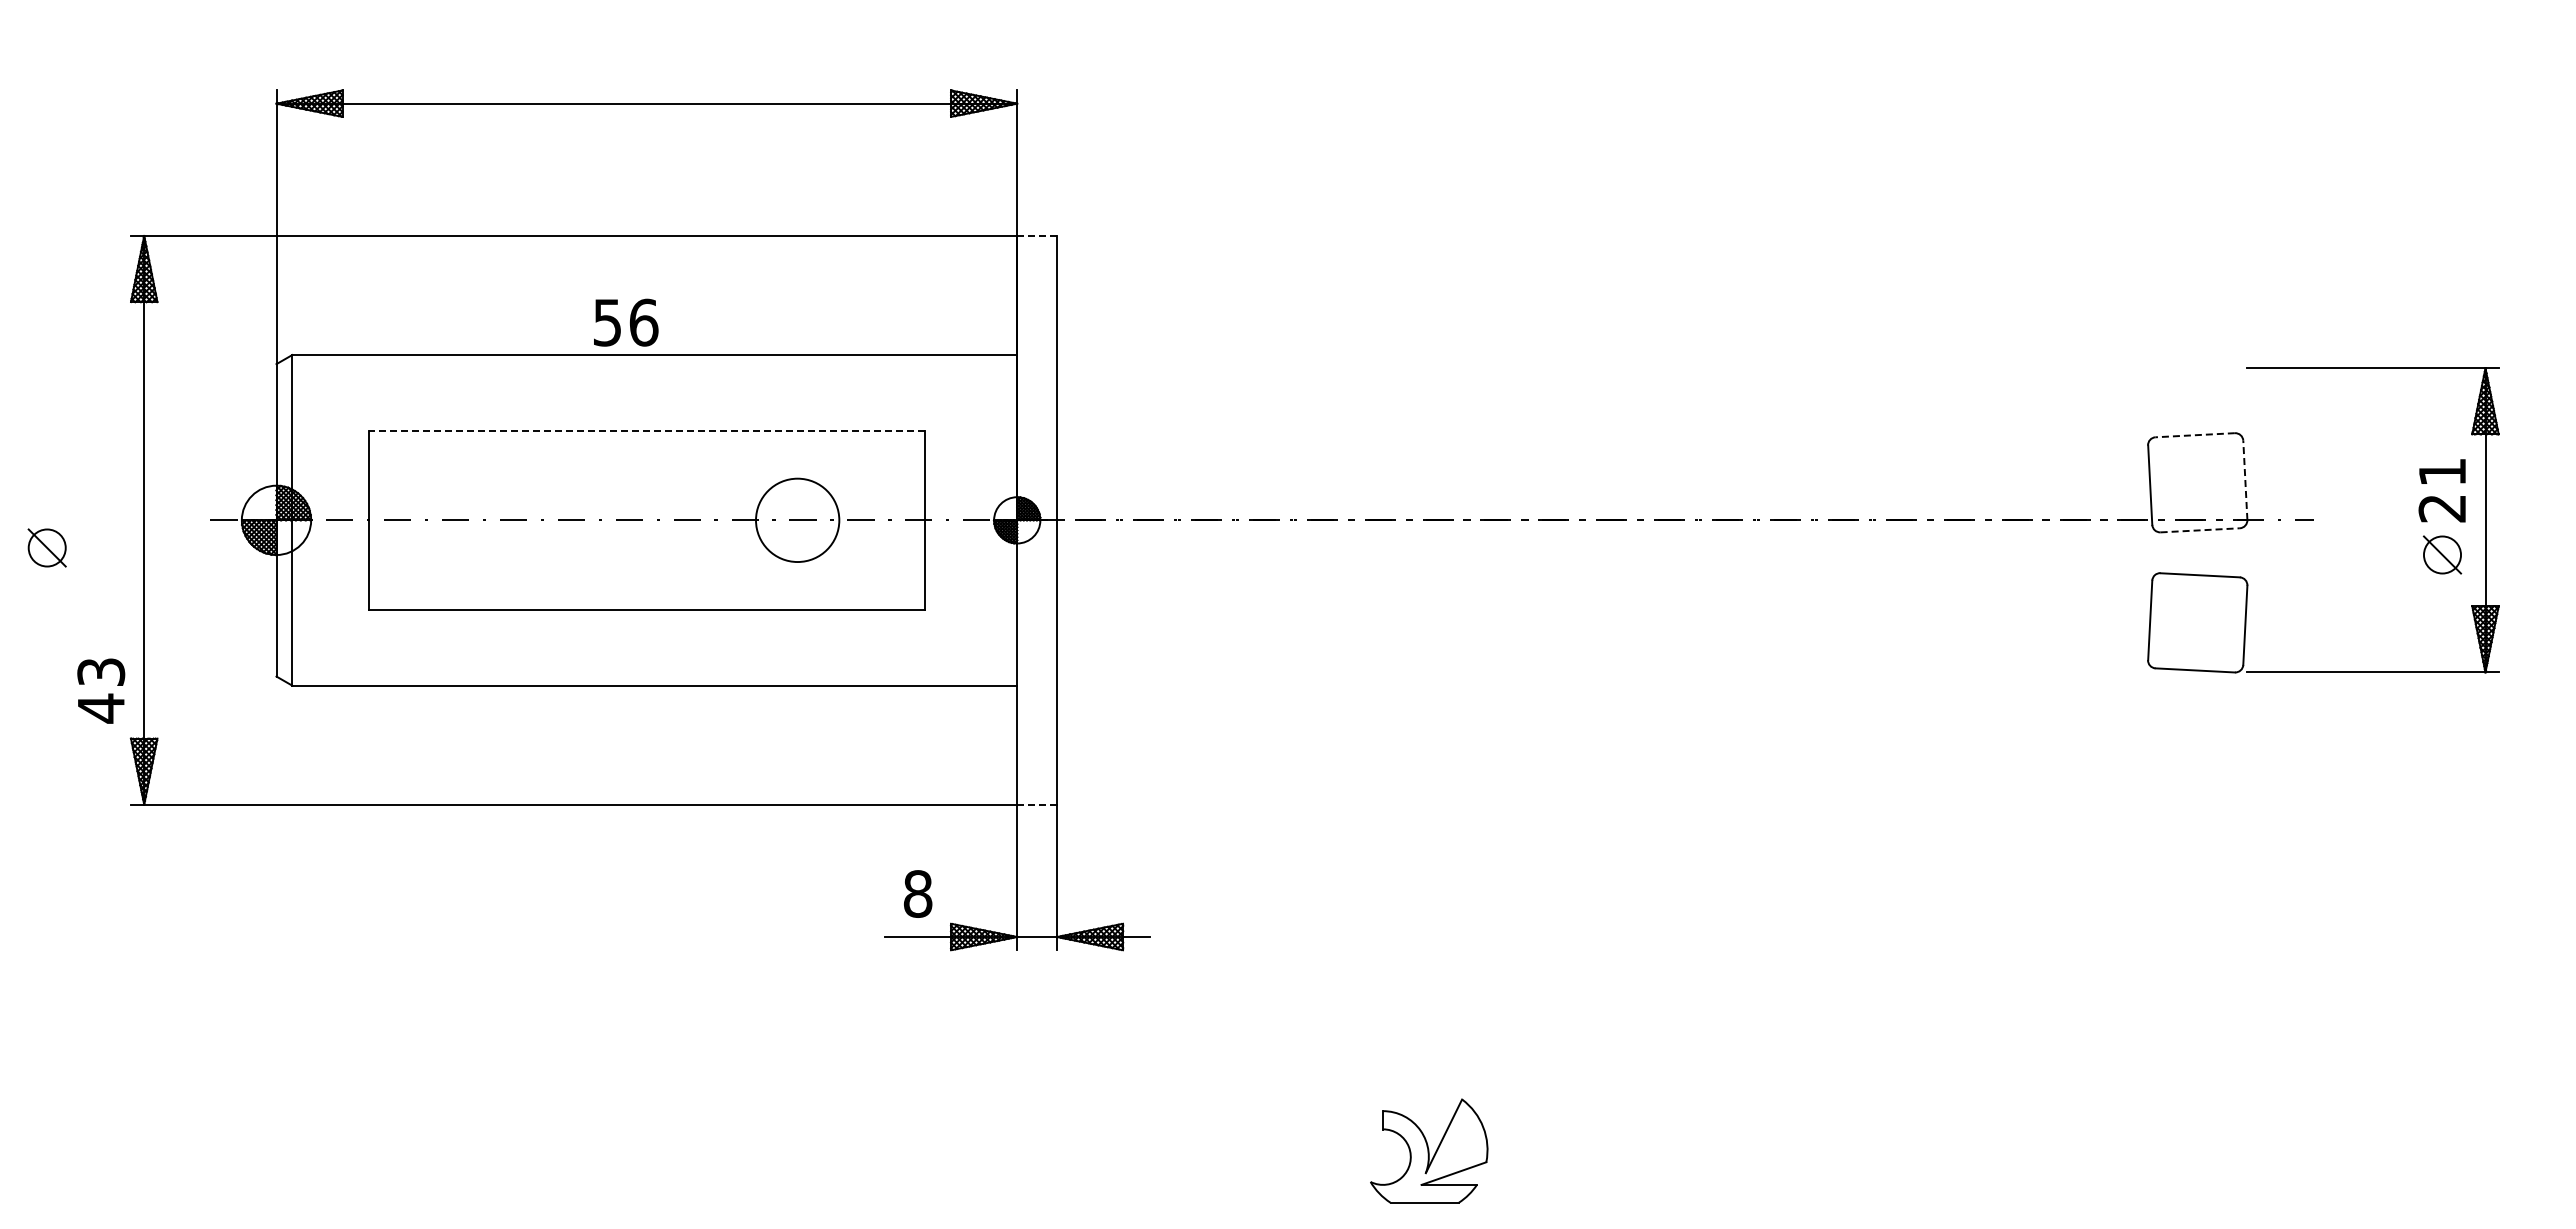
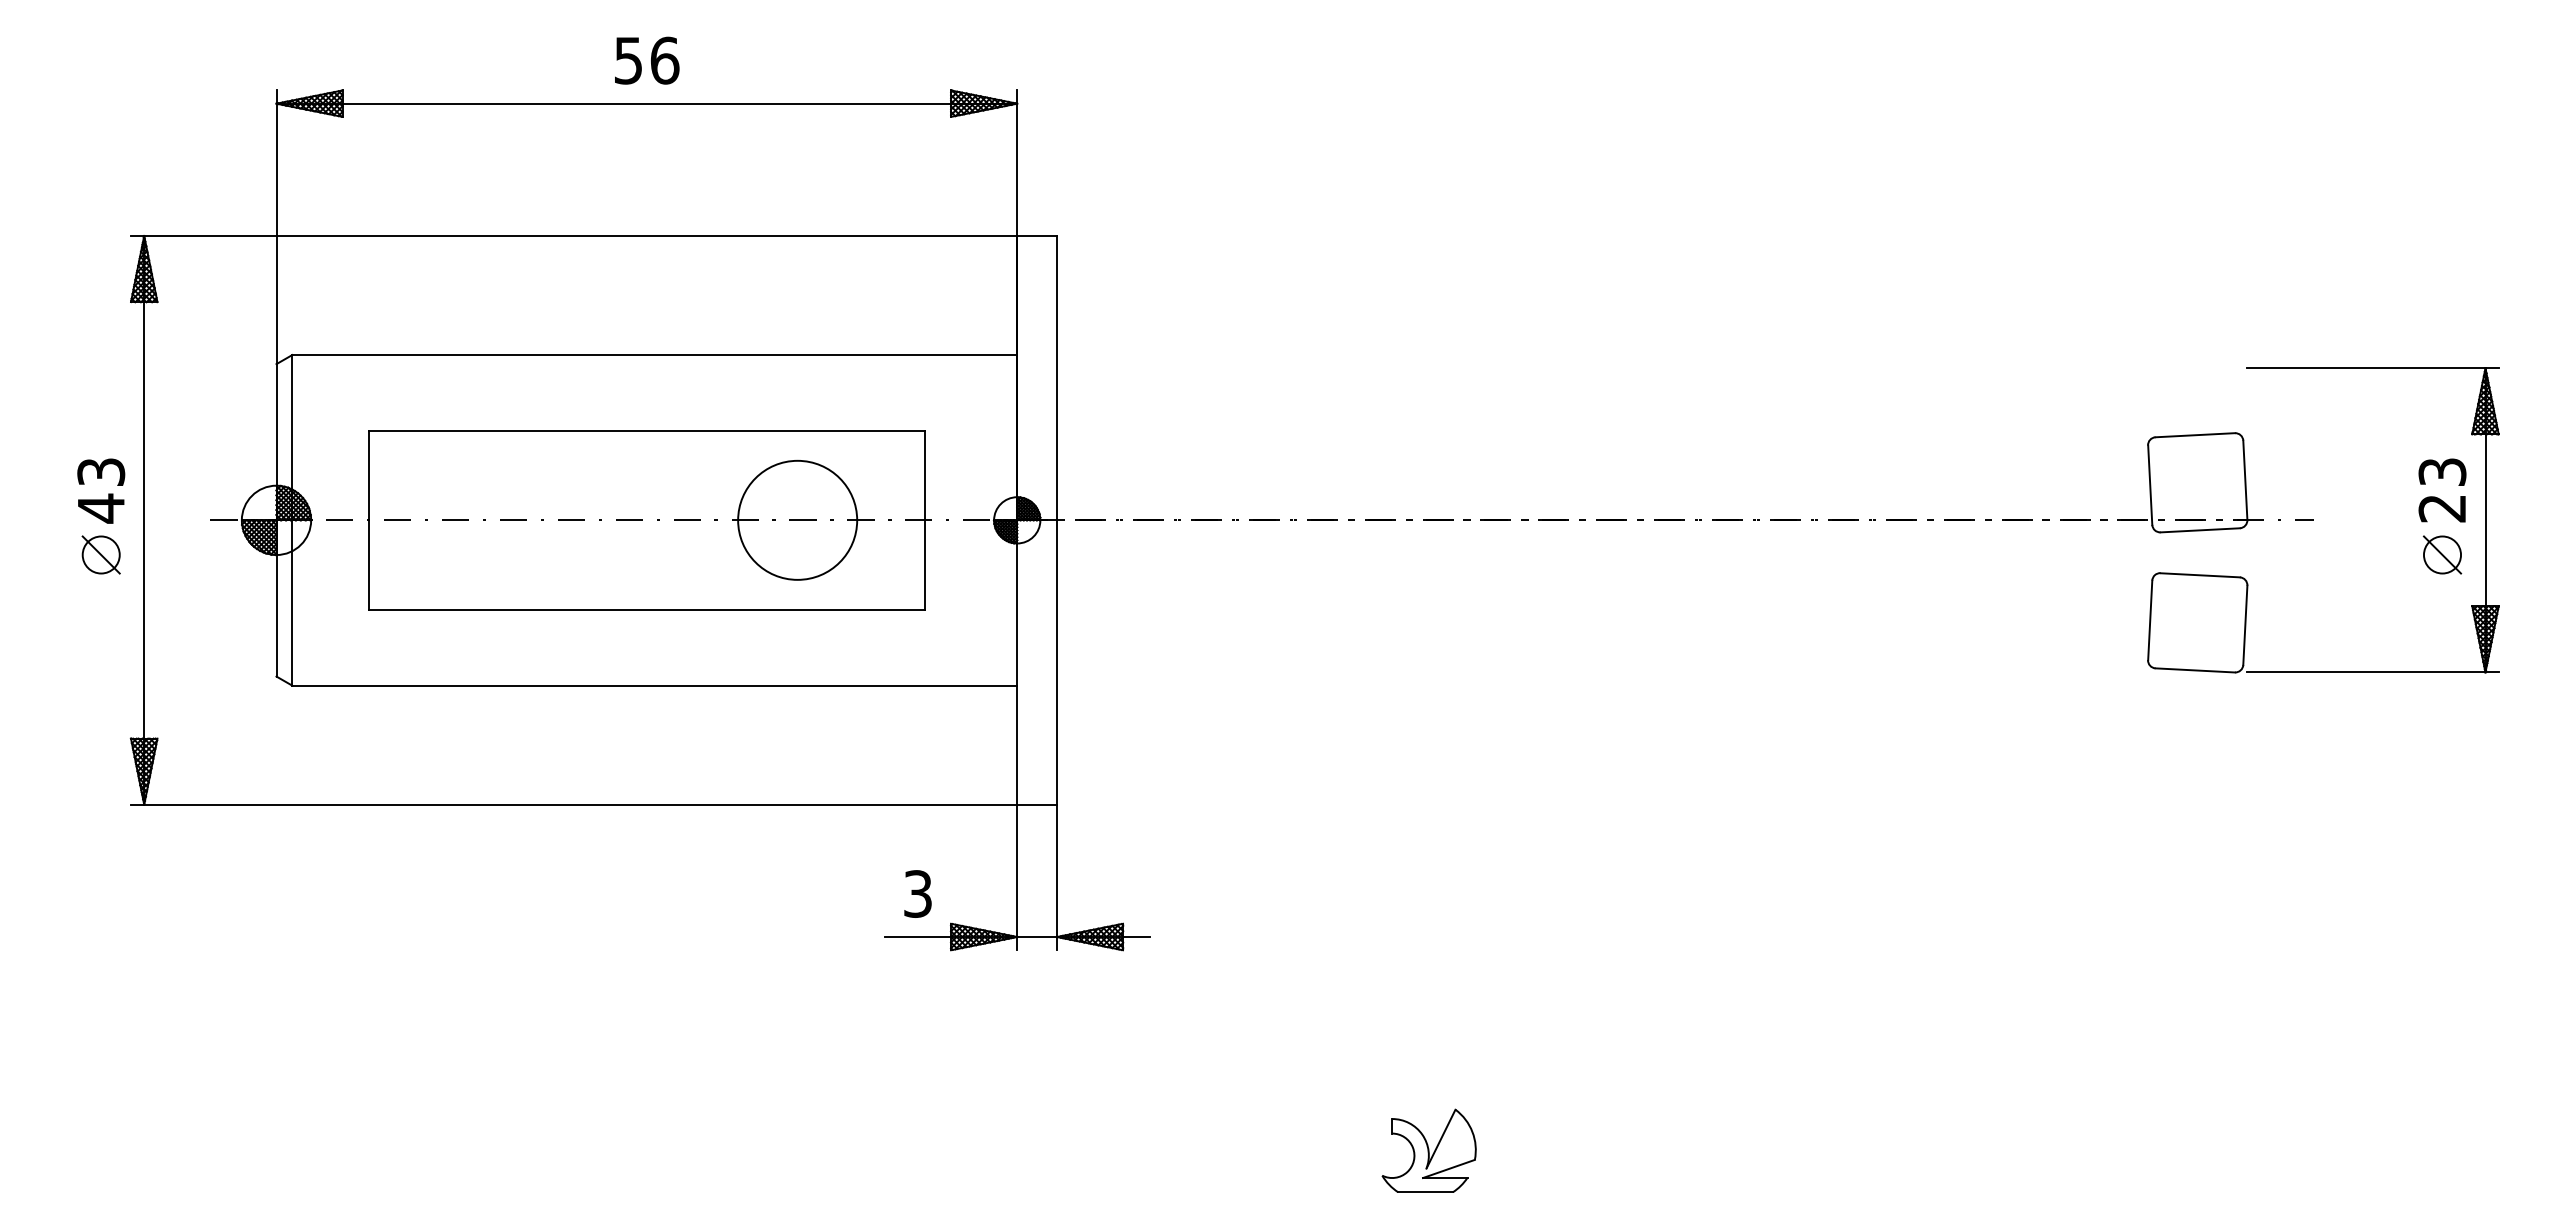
line at (1037, 235): dashed -> solid
text at (626, 322) position: (626, 322) -> (647, 60)
line at (646, 430): dashed -> solid
line at (2195, 435): dashed -> solid
text at (2442, 471): 21 -> 23
line at (2245, 480): dashed -> solid
circle at (797, 520) diameter: 83 px -> 119 px
line at (2200, 530): dashed -> solid
part at (46, 547) position: (46, 547) -> (100, 554)
text at (101, 690) position: (101, 690) -> (101, 490)
line at (1037, 804): dashed -> solid
text at (917, 893): 8 -> 3
part at (1429, 1150) size: 119x106 px -> 96x85 px
